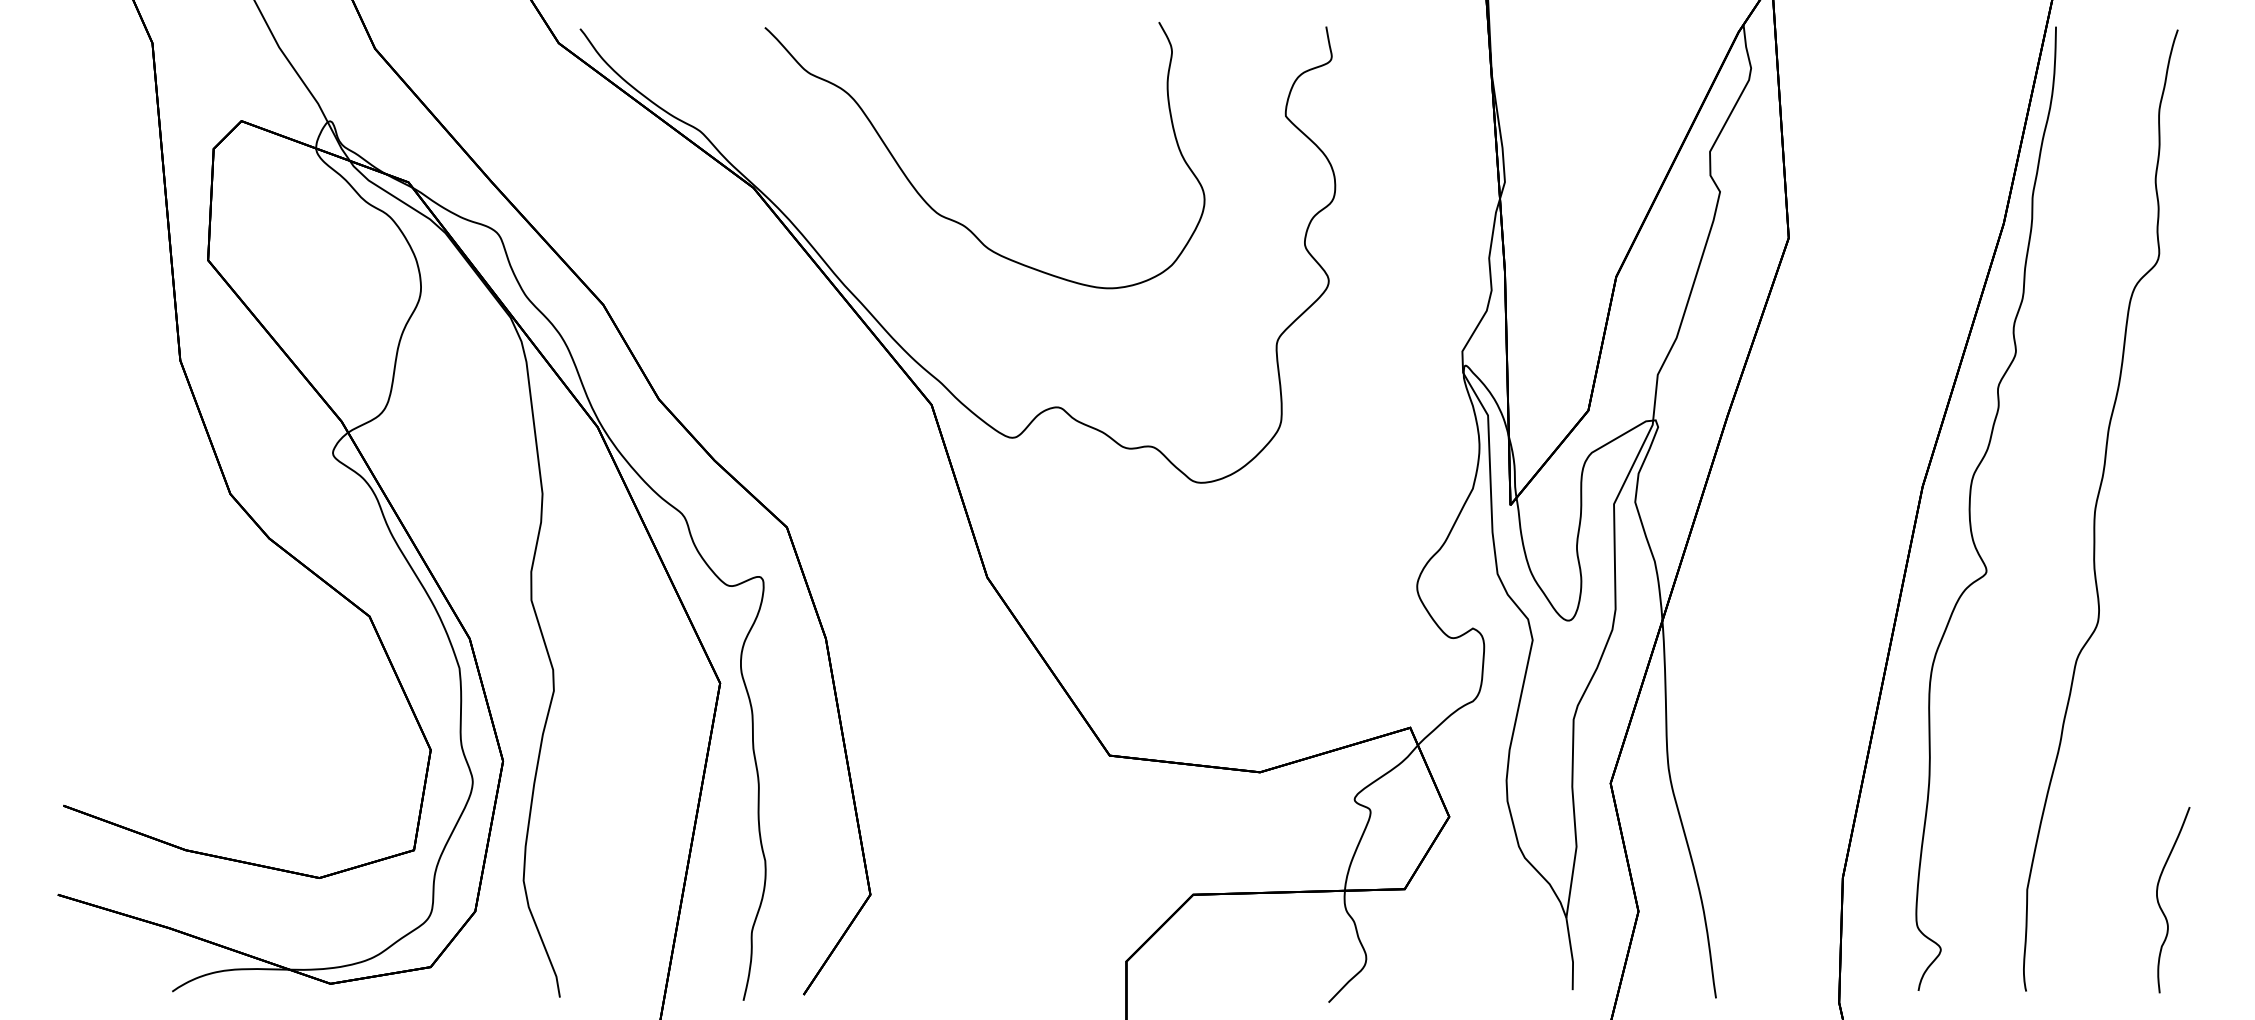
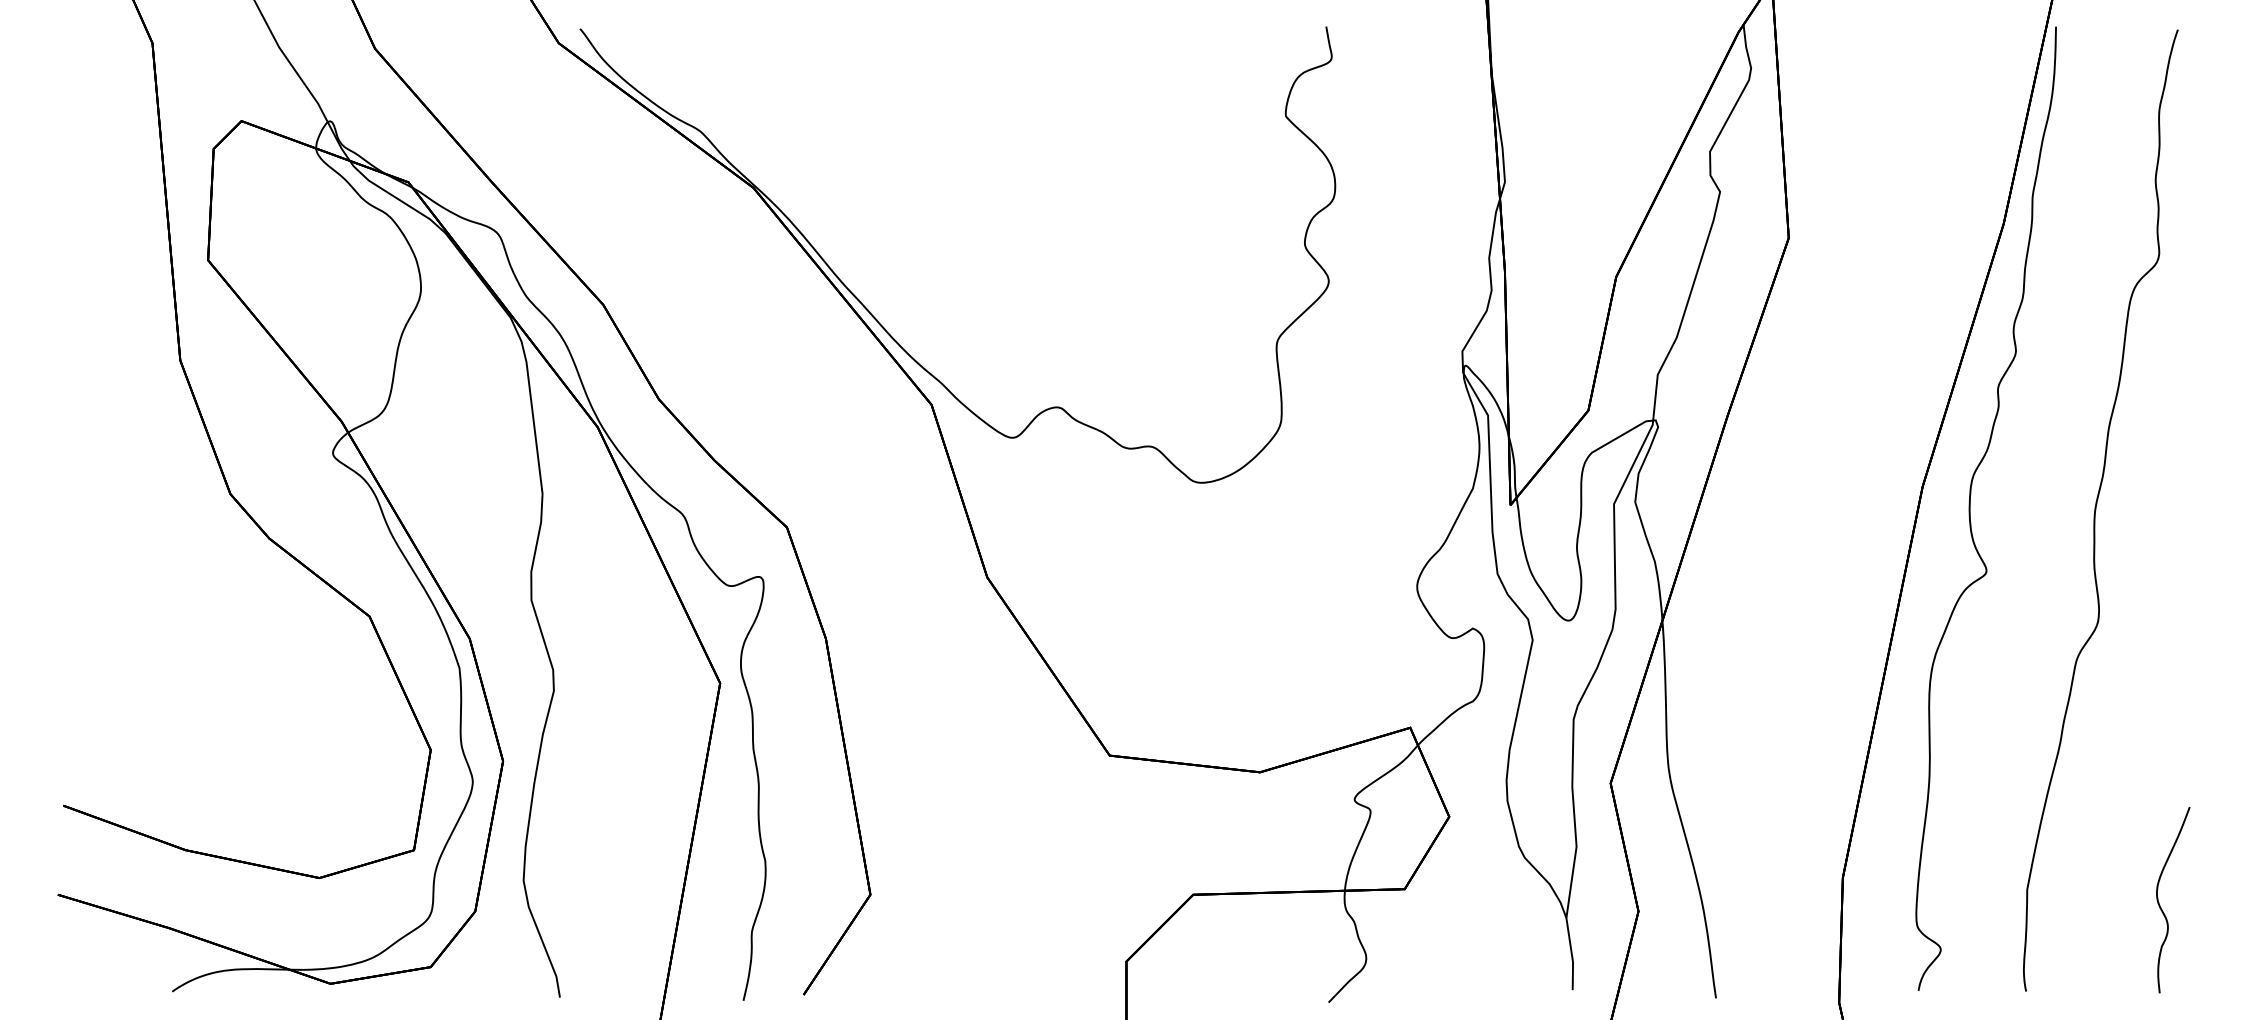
curve at (953, 219): present -> none
